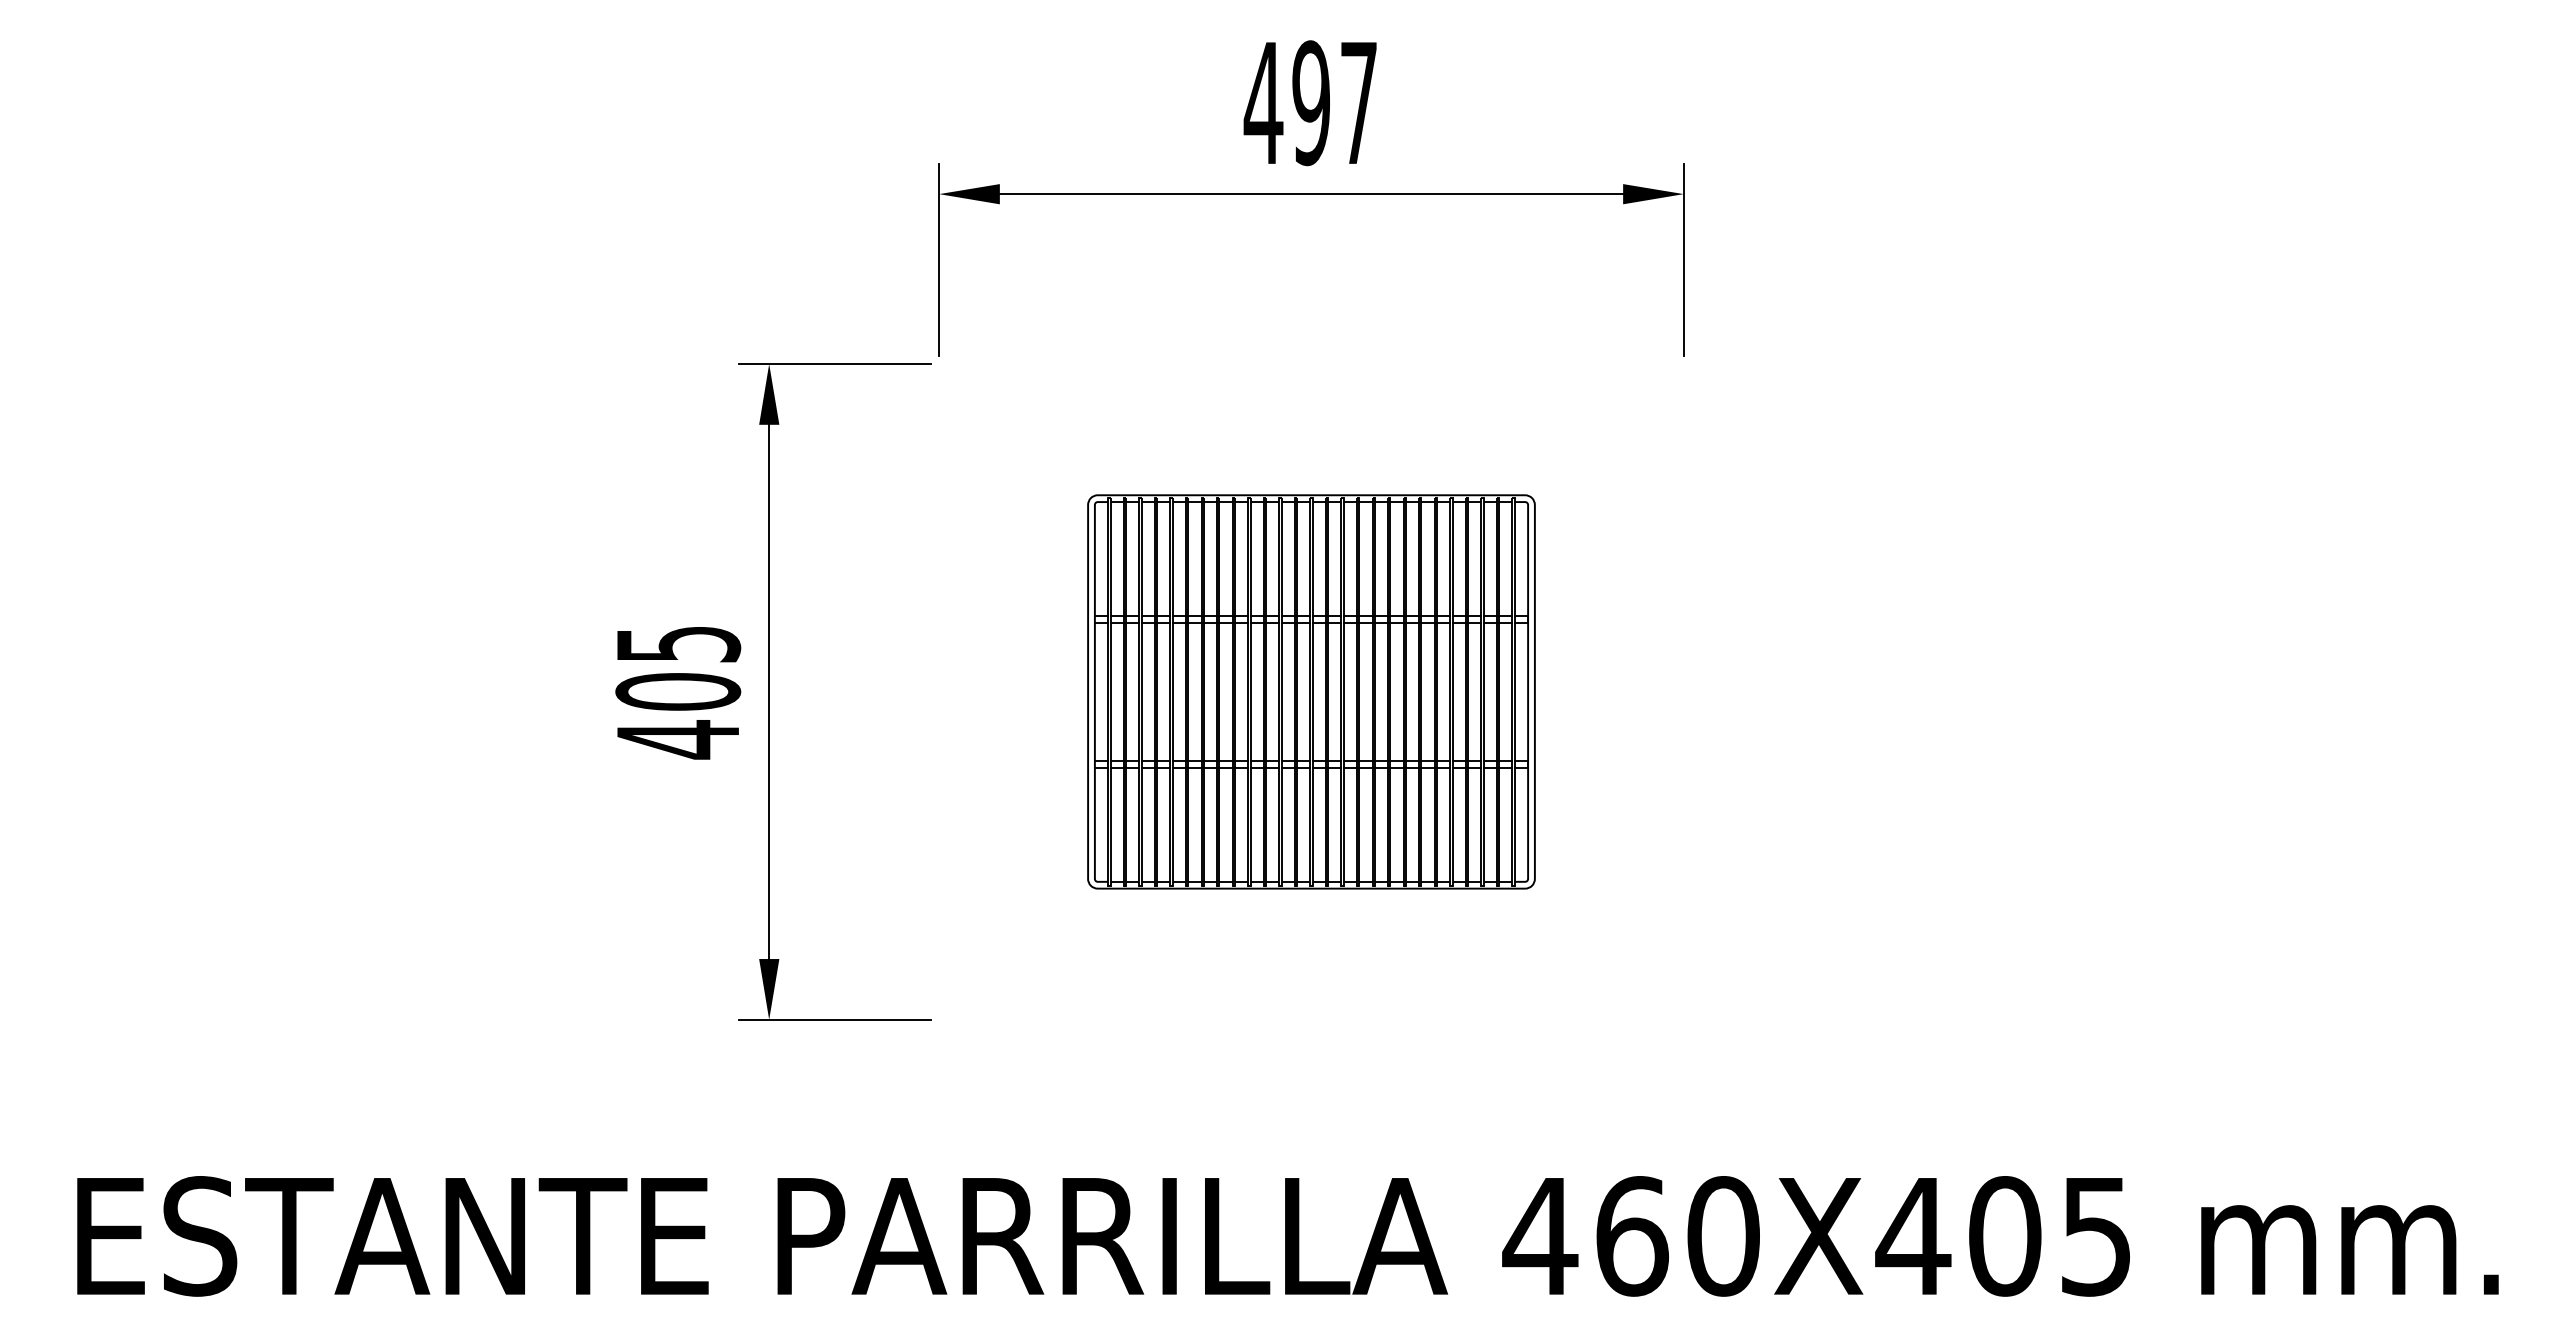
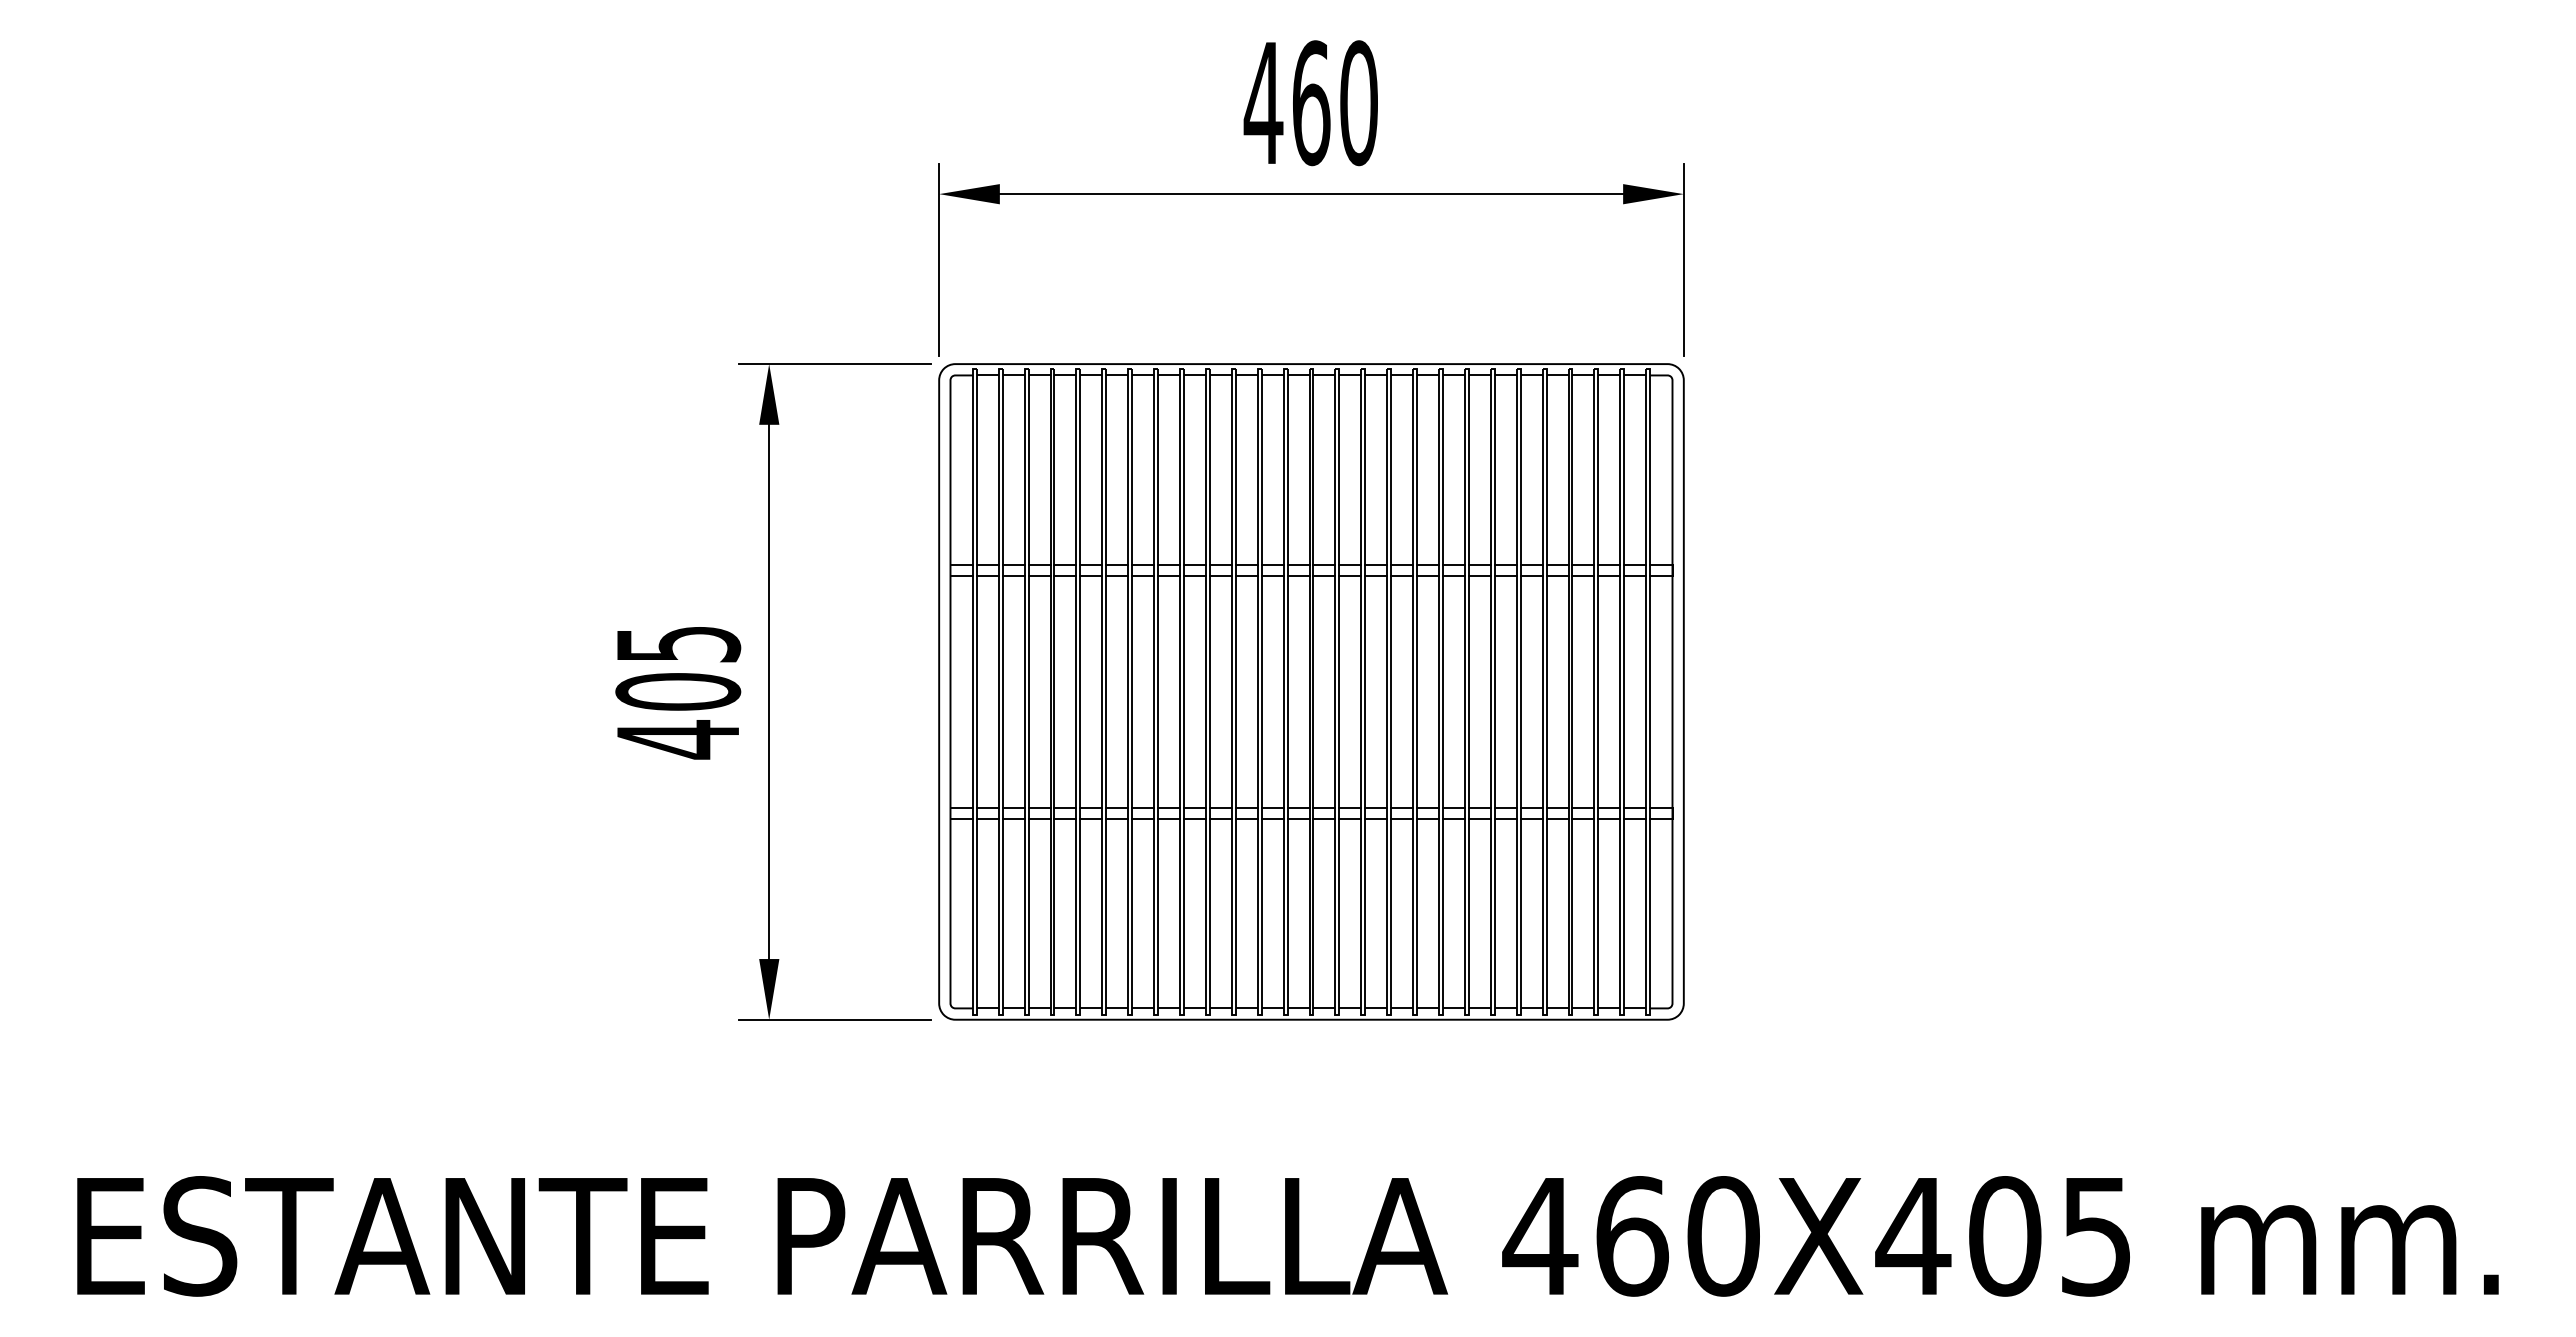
text at (1334, 103): 497 -> 460
part at (1311, 691) size: 449x396 px -> 747x658 px
